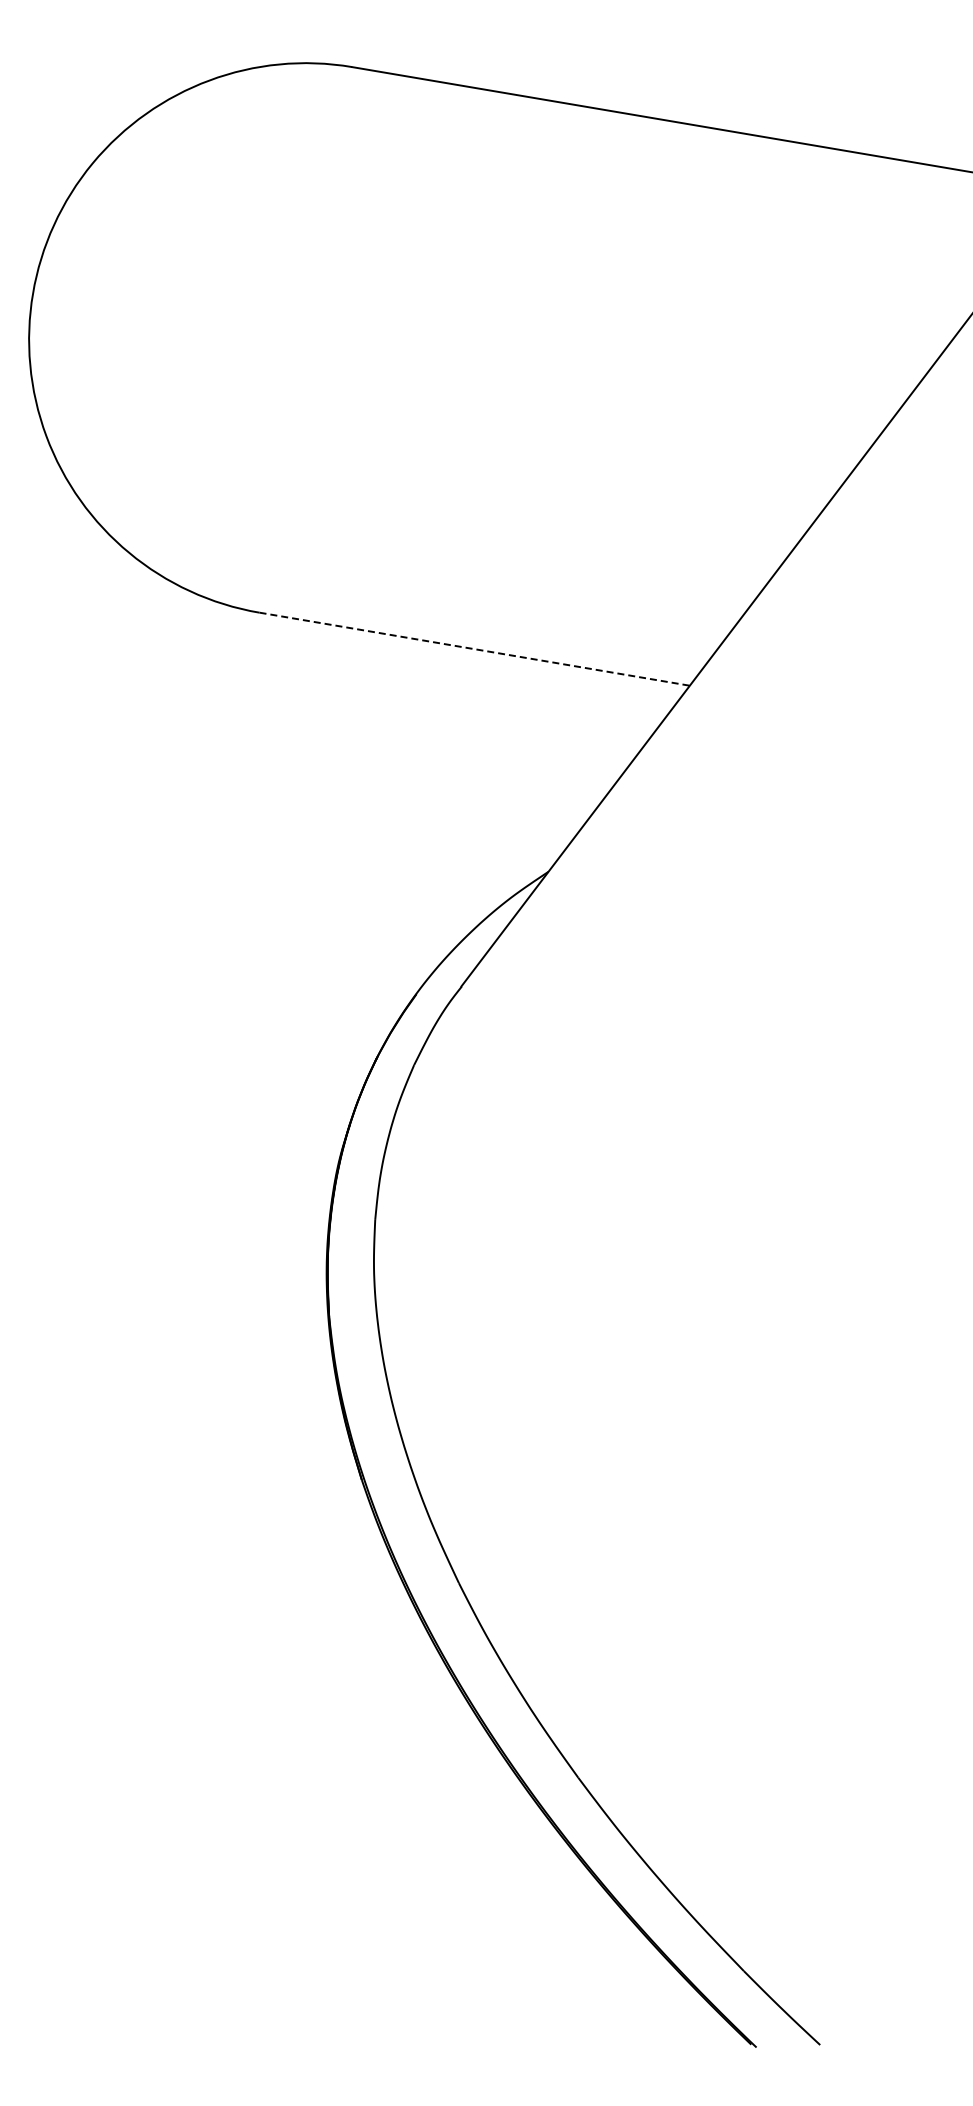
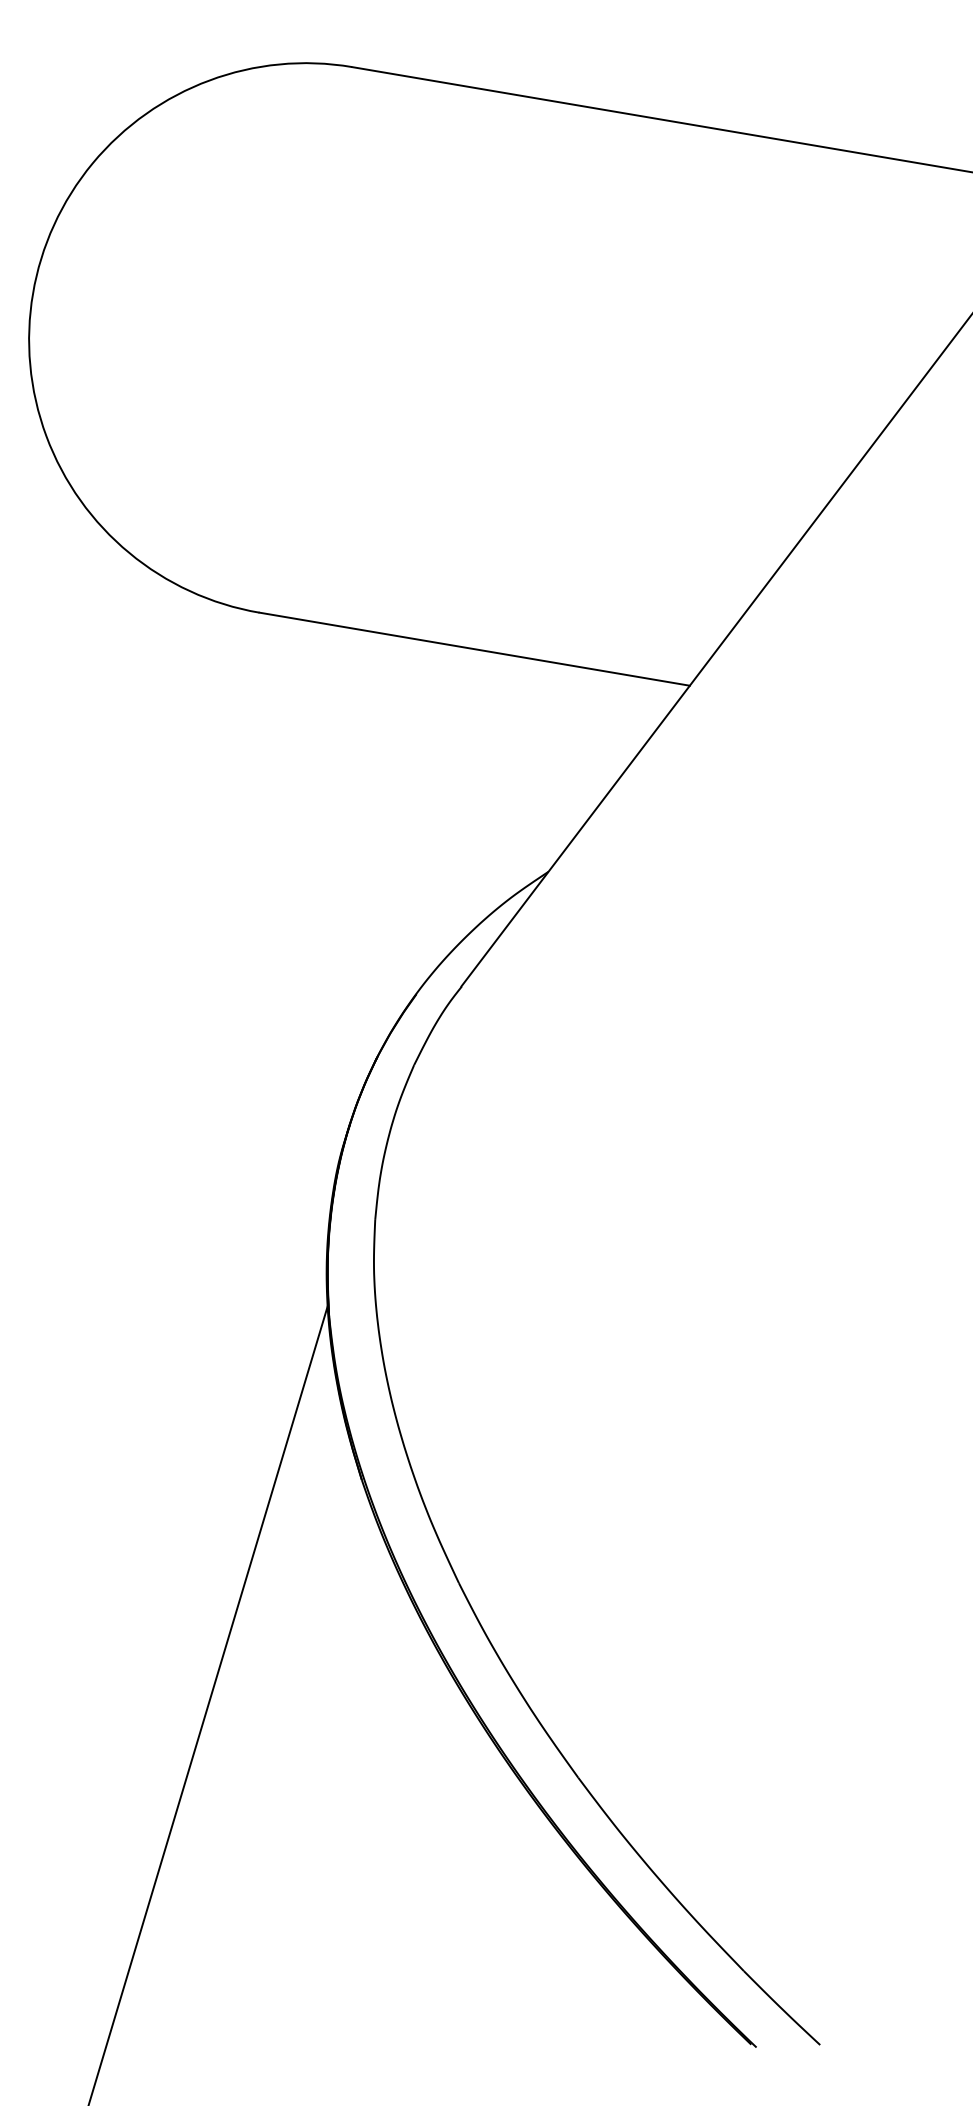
line at (475, 649): dashed -> solid
line at (208, 1703): none -> present
